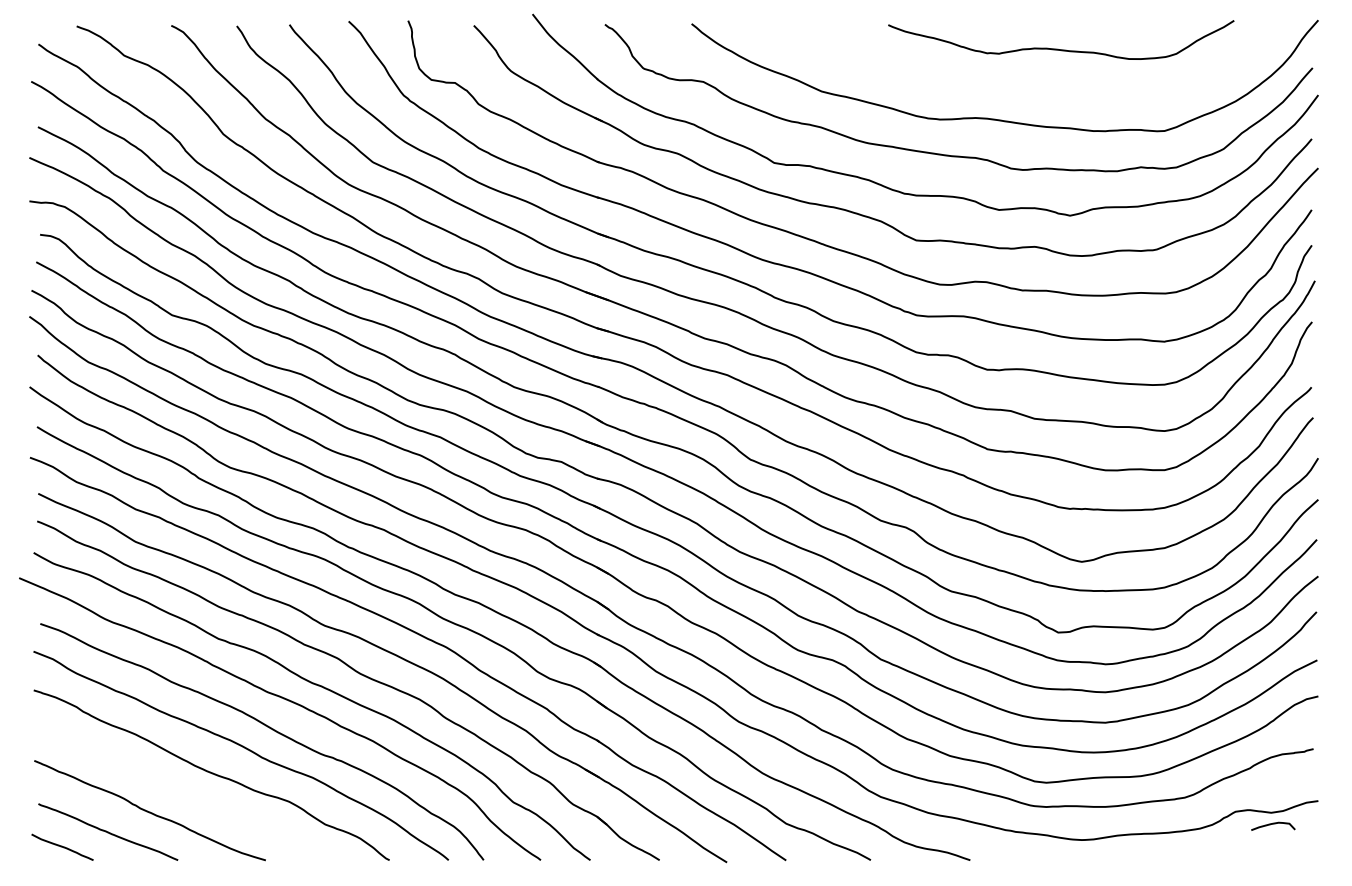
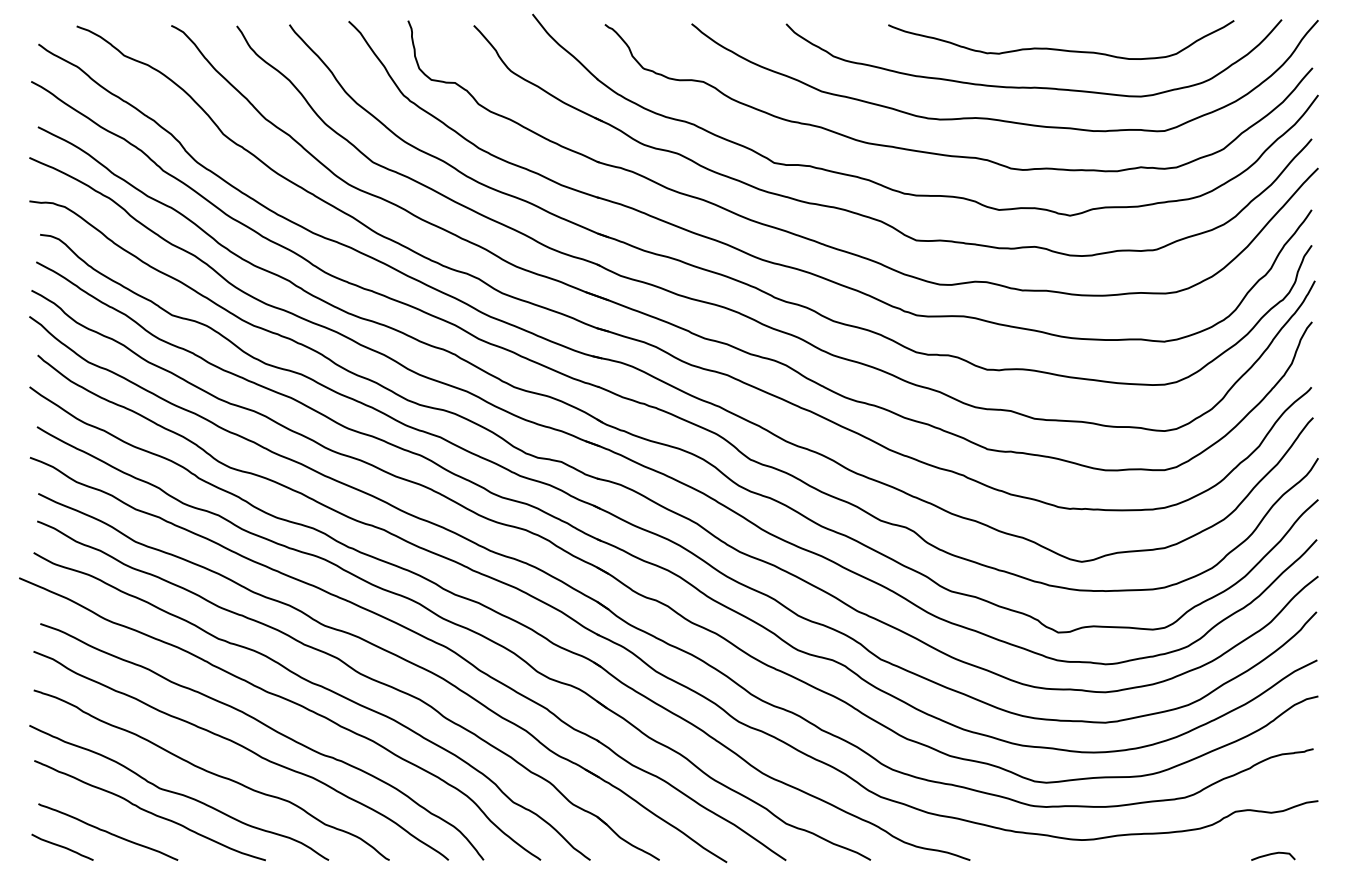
curve at (1033, 86): none -> present
curve at (178, 792): none -> present
curve at (1273, 824) position: (1273, 824) -> (1273, 854)
